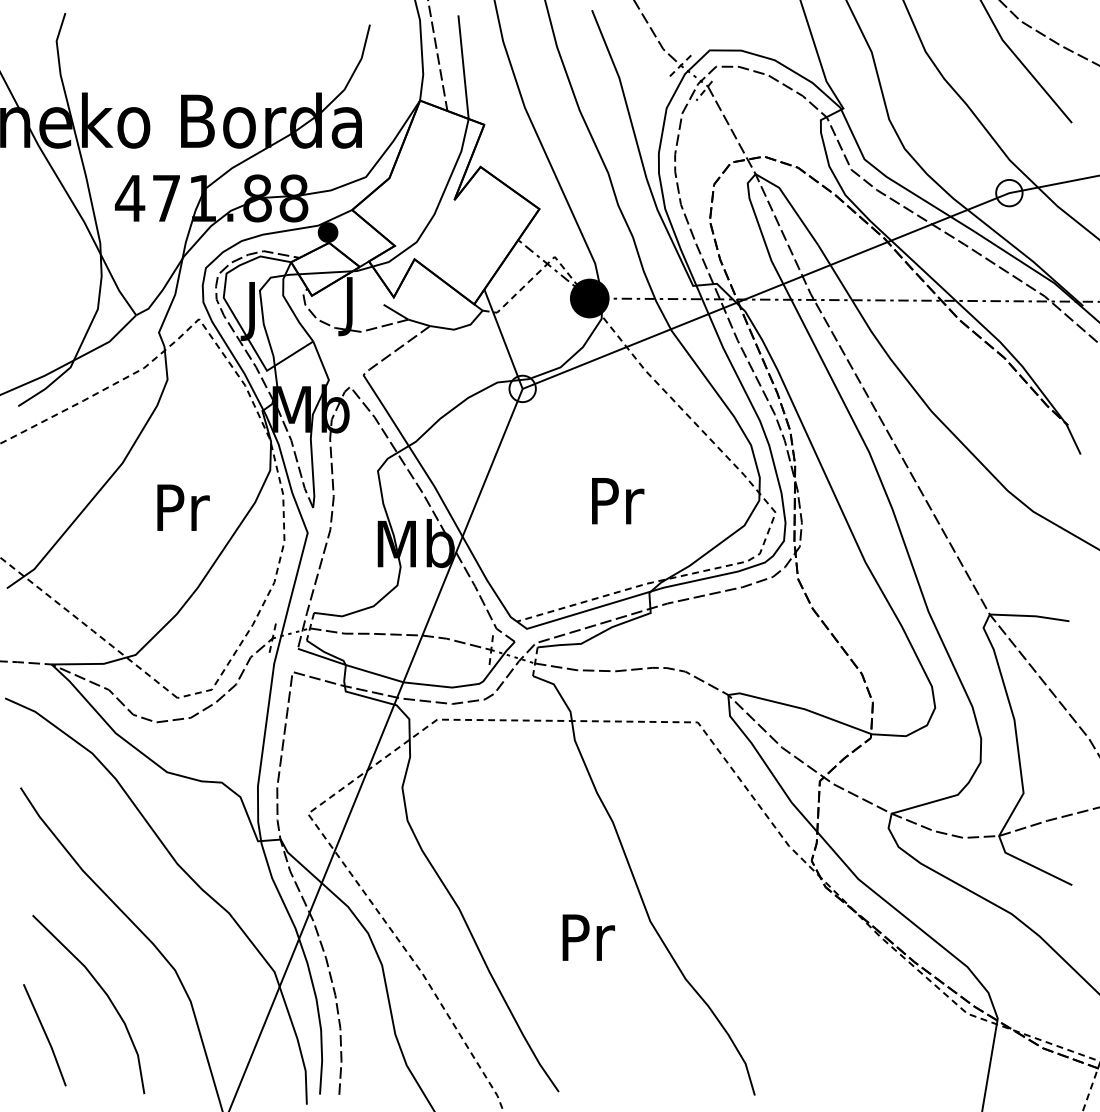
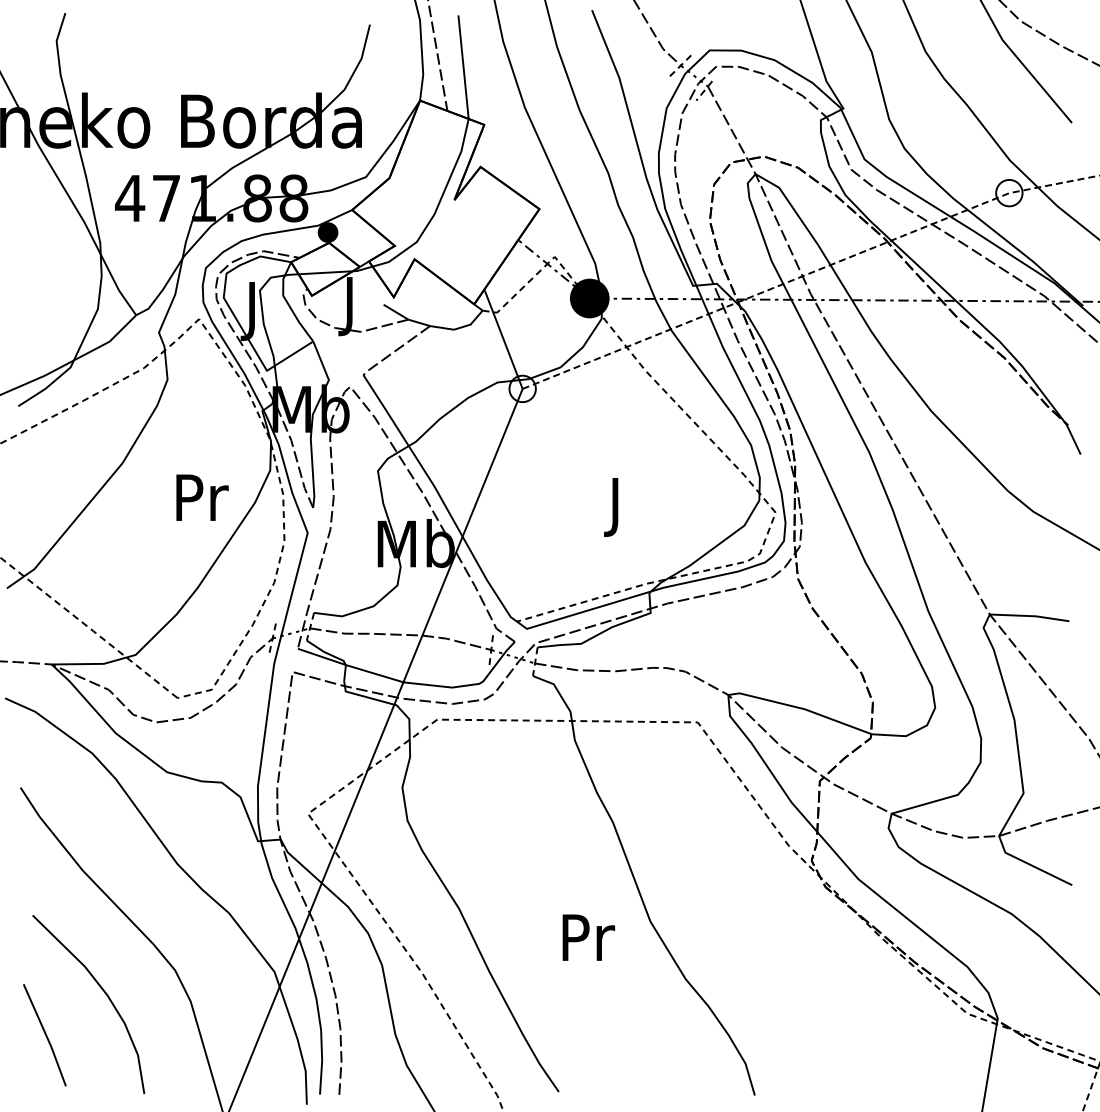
line at (808, 273): solid -> dashed
text at (183, 507) position: (183, 507) -> (202, 497)
text at (618, 507): Pr -> J
